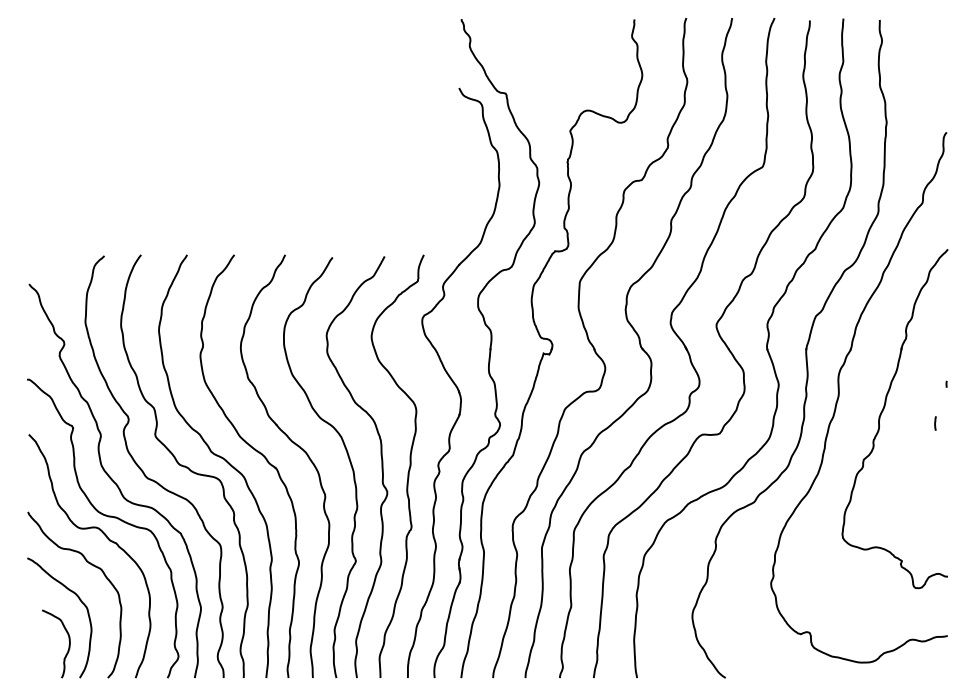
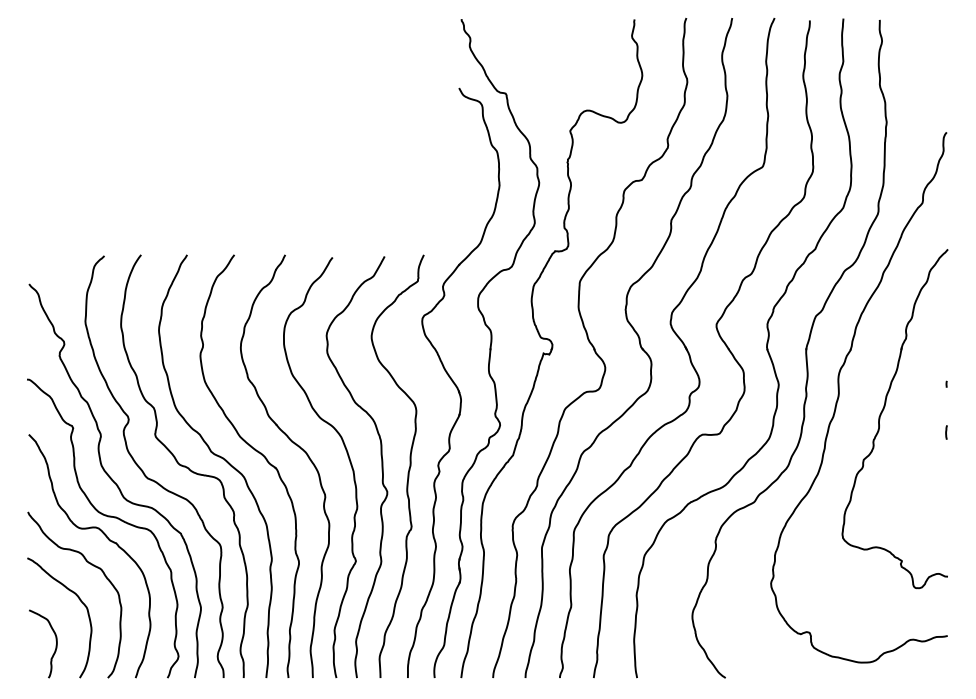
line at (935, 423) position: (935, 423) -> (946, 432)
curve at (68, 645) position: (68, 645) -> (55, 645)
